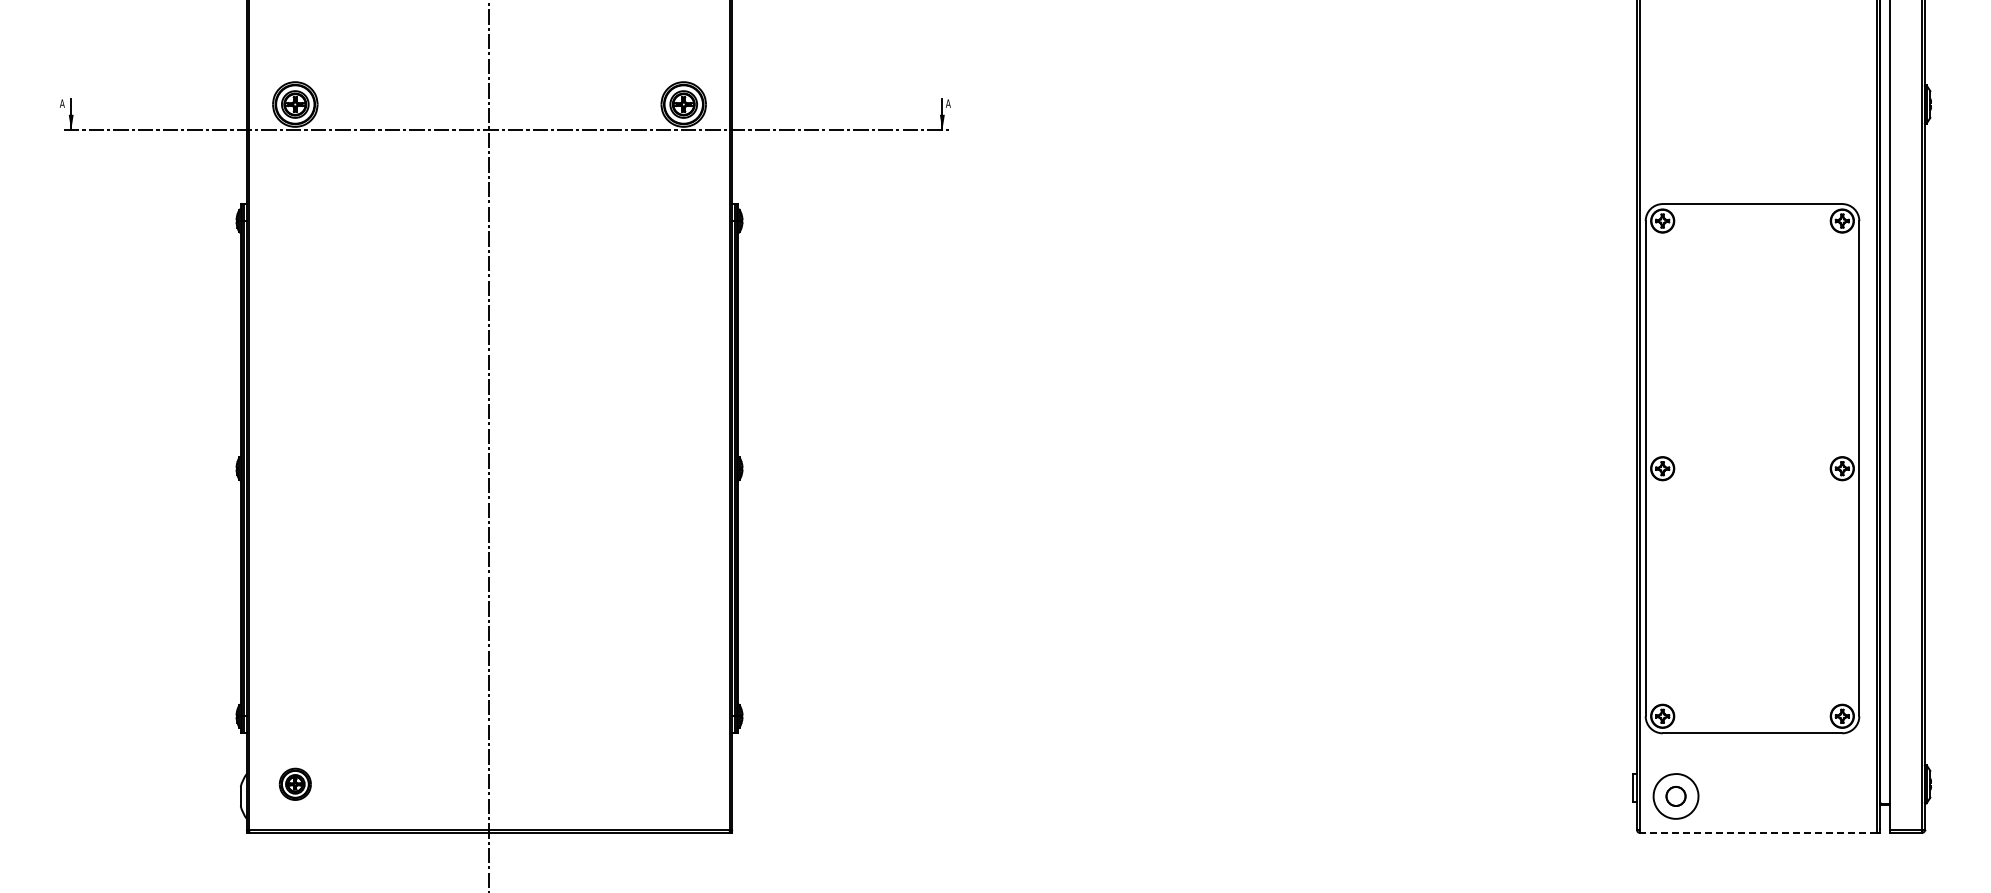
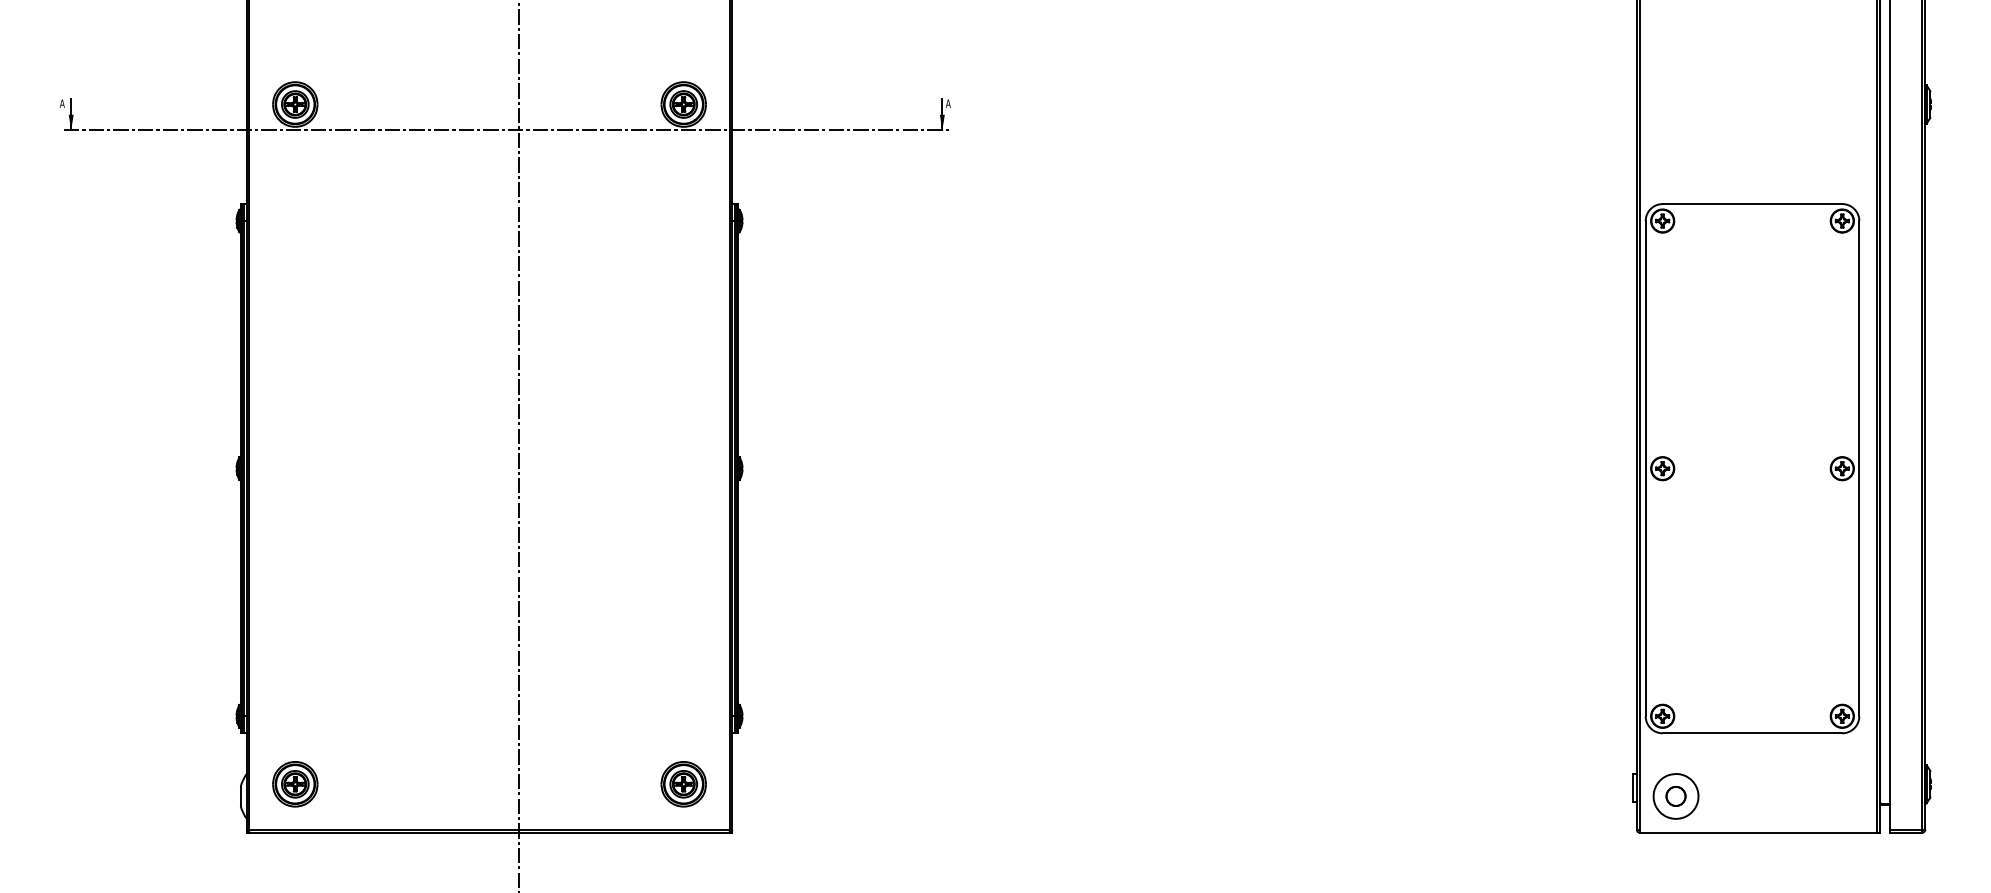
line at (489, 445) position: (489, 445) -> (519, 445)
part at (294, 783) size: 34x34 px -> 47x47 px
part at (683, 784): none -> present
line at (1758, 832): dashed -> solid
